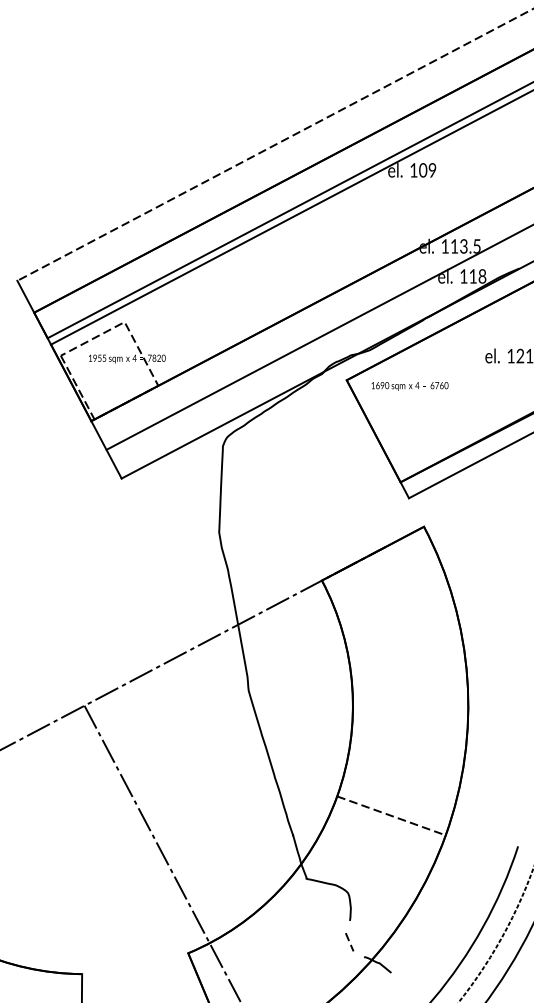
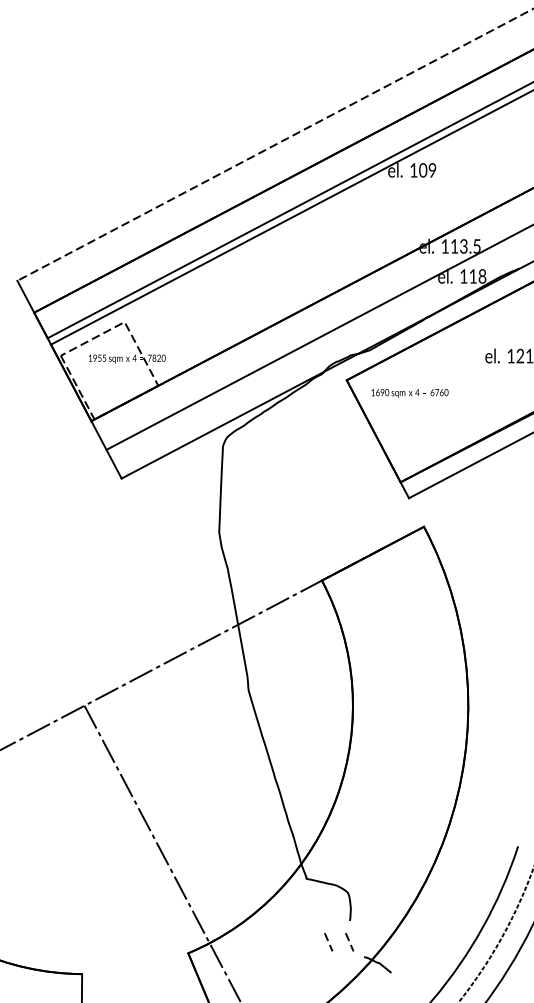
text at (409, 386) position: (409, 386) -> (409, 393)
line at (391, 815): present -> none
line at (327, 941): none -> present
